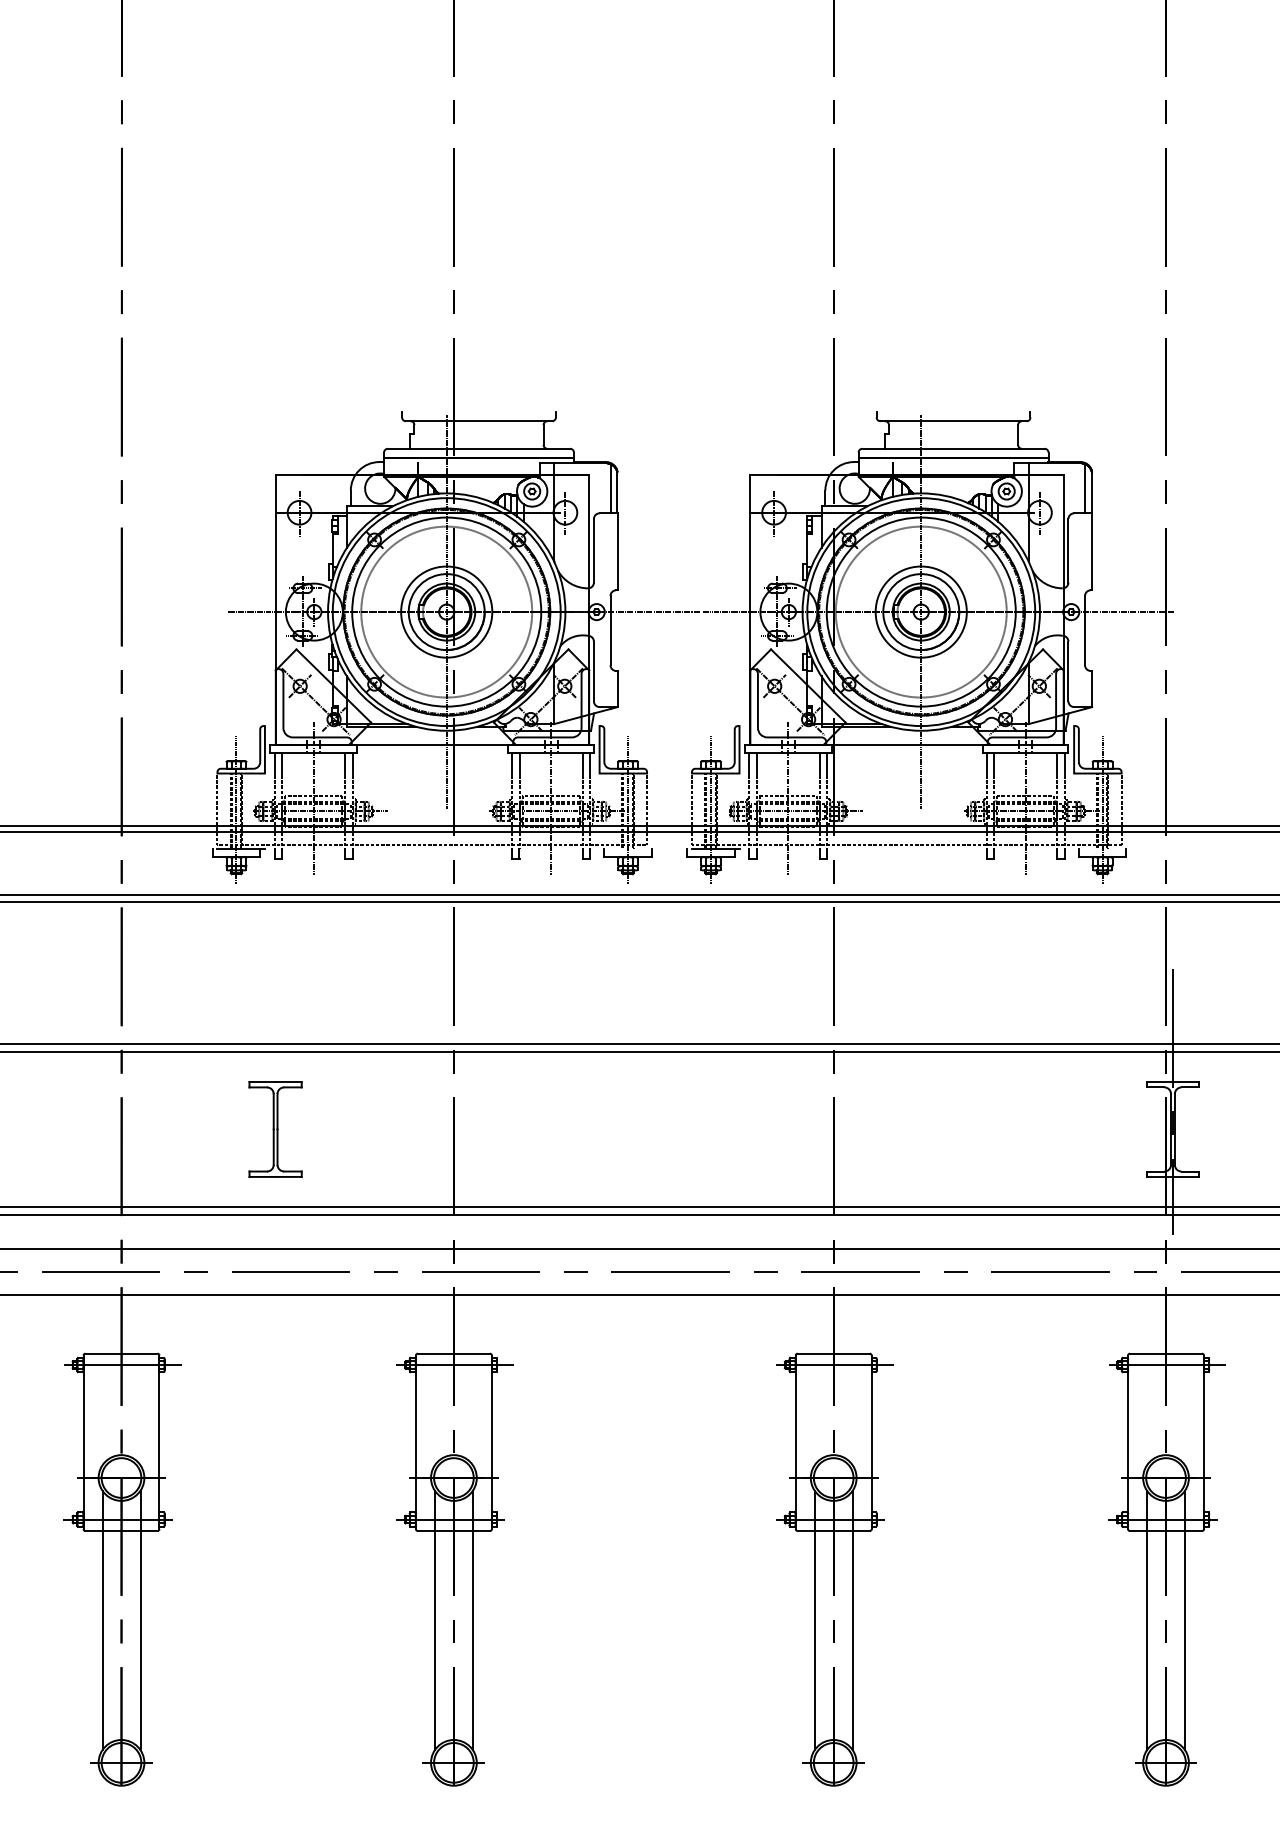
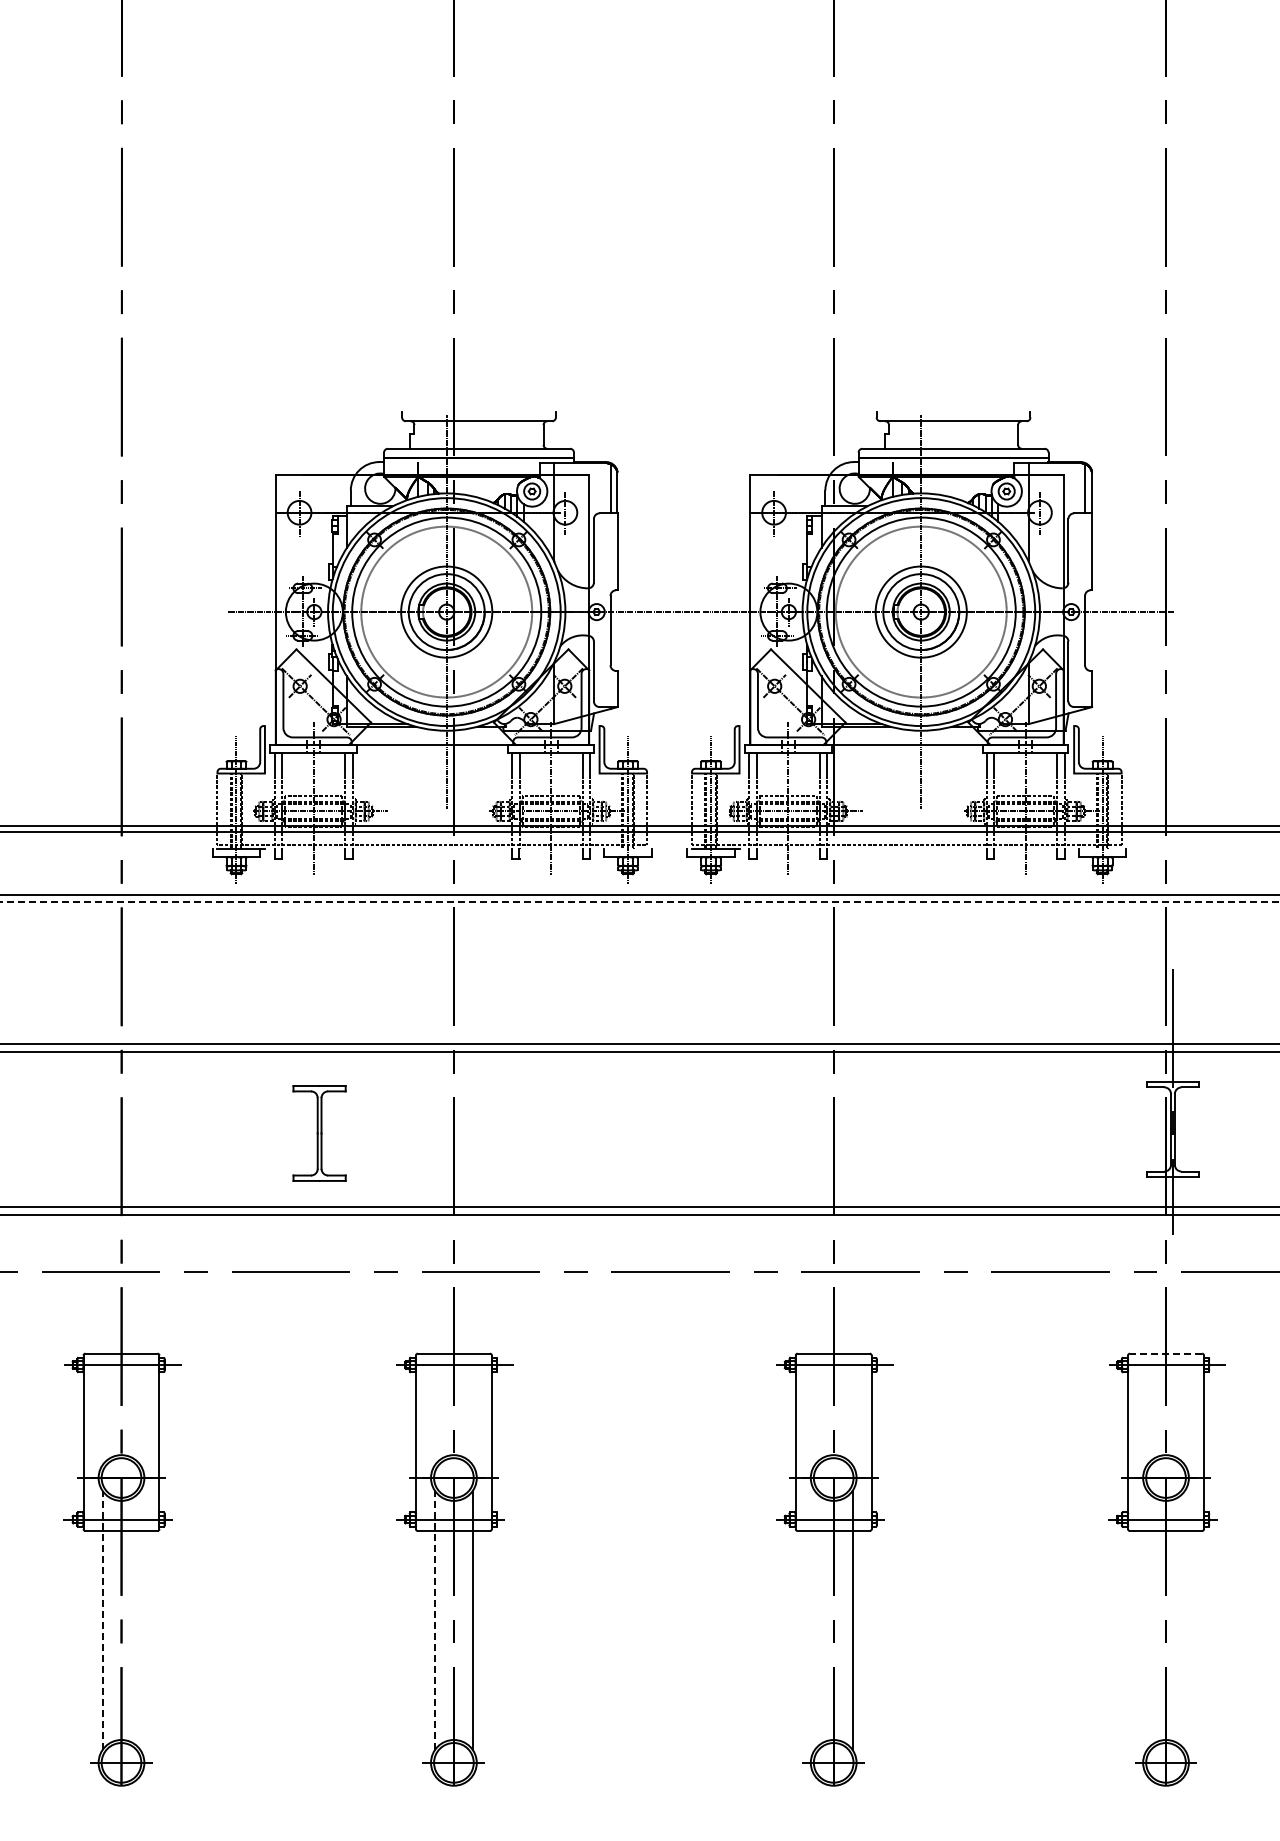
line at (640, 901): solid -> dashed
part at (275, 1129) position: (275, 1129) -> (319, 1133)
line at (639, 1248): present -> none
line at (639, 1294): present -> none
line at (1165, 1353): solid -> dashed
line at (140, 1619): present -> none
line at (814, 1619): present -> none
line at (1147, 1619): present -> none
line at (1185, 1619): present -> none
line at (102, 1620): solid -> dashed
line at (434, 1620): solid -> dashed
